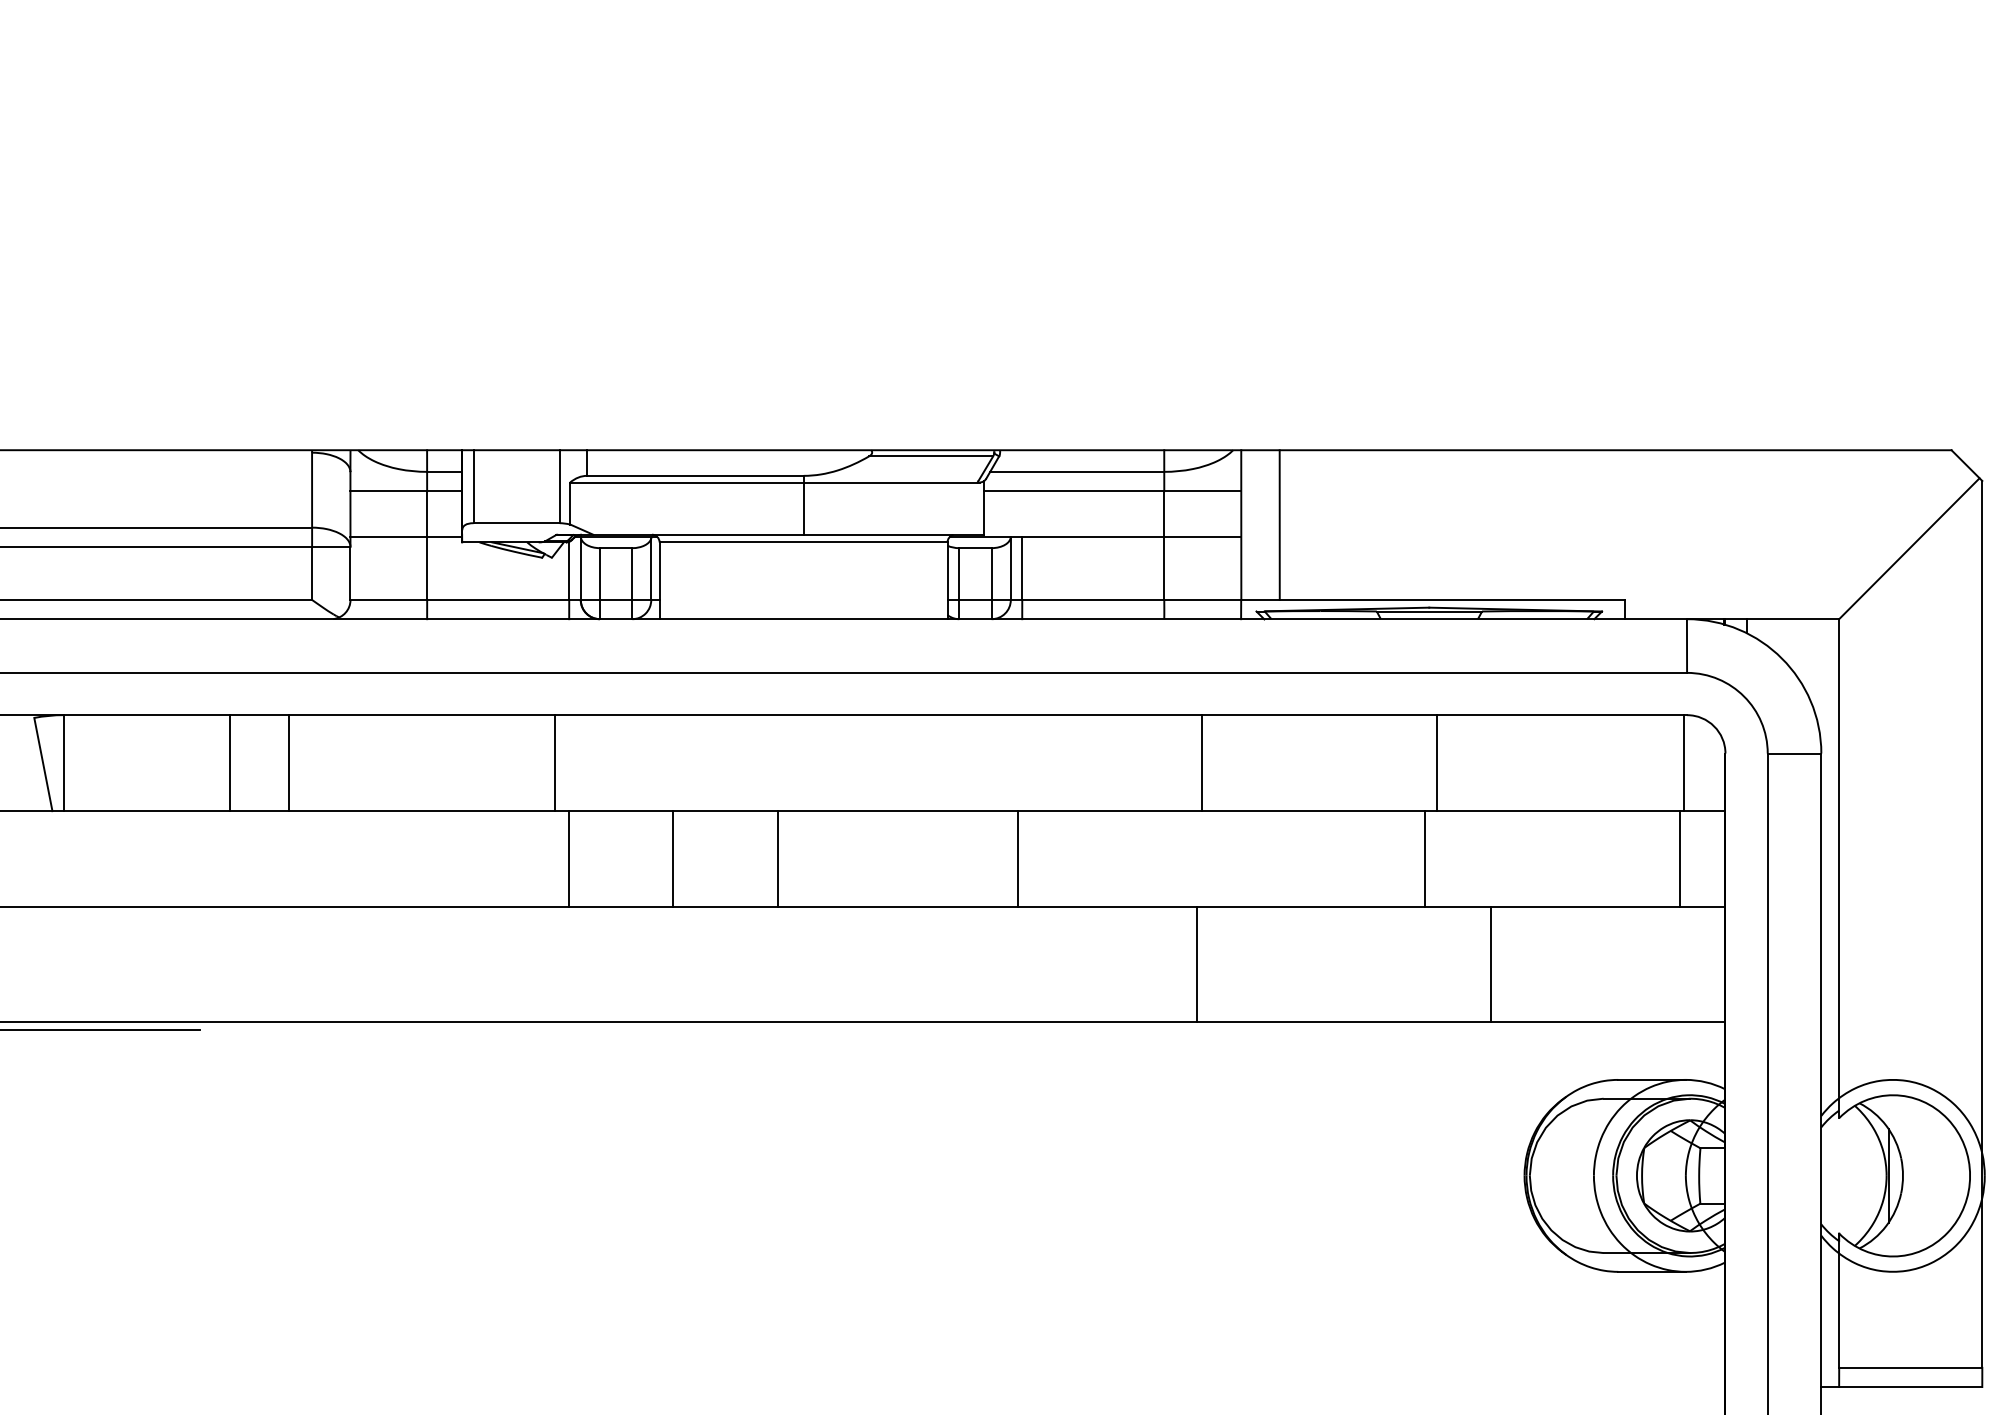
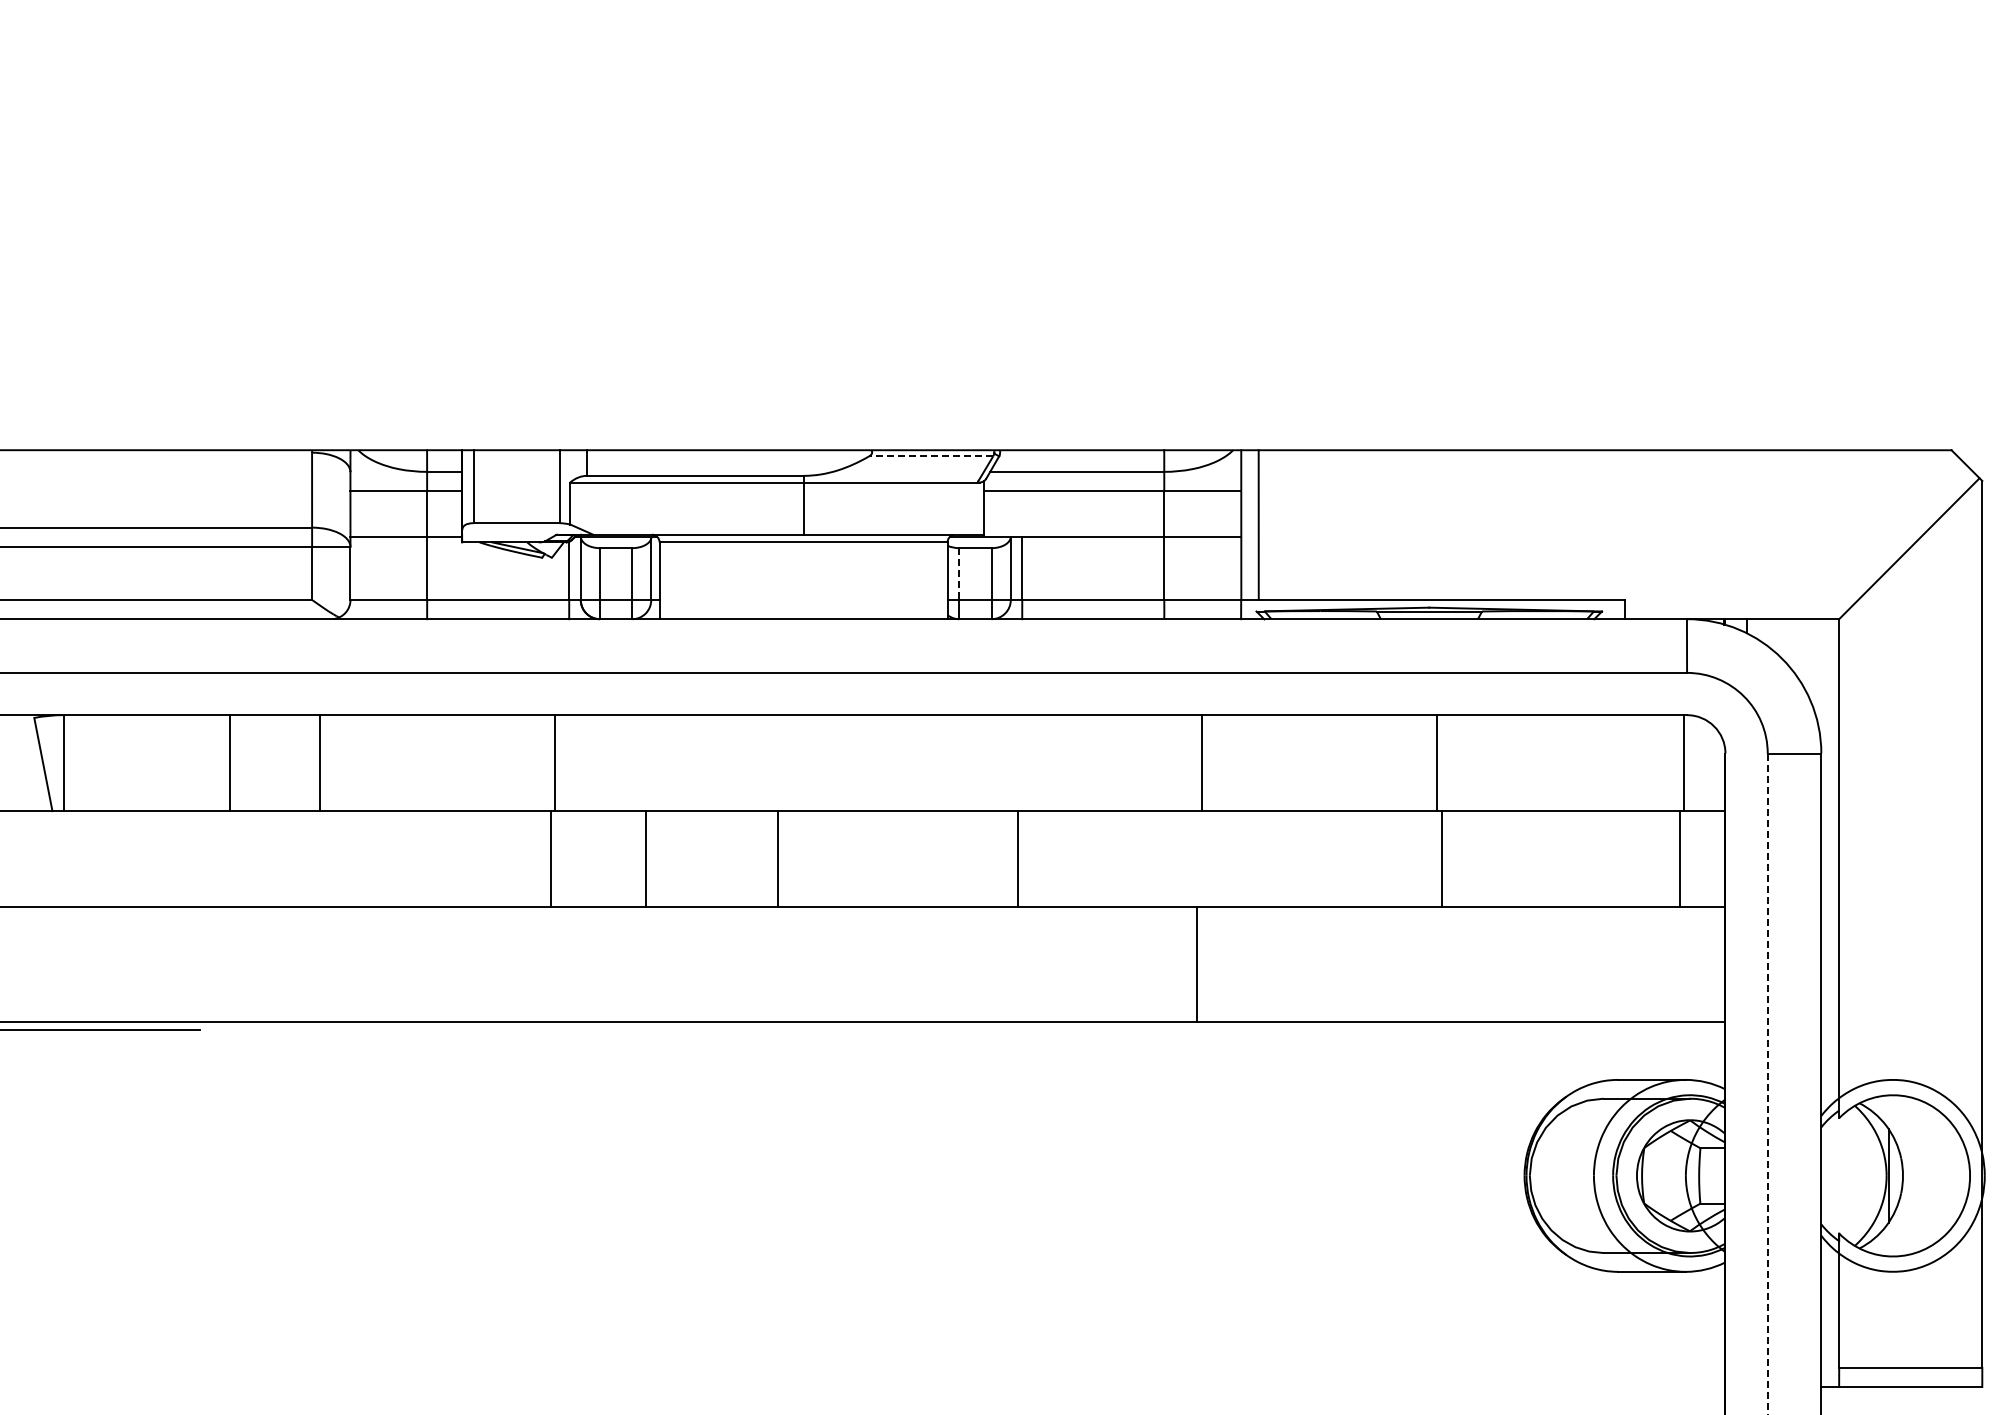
line at (930, 456): solid -> dashed
line at (1279, 524) position: (1279, 524) -> (1258, 524)
line at (959, 574): solid -> dashed
line at (288, 763) position: (288, 763) -> (319, 763)
line at (568, 859) position: (568, 859) -> (550, 859)
line at (673, 859) position: (673, 859) -> (646, 859)
line at (1424, 859) position: (1424, 859) -> (1441, 859)
line at (1491, 964): present -> none
line at (1767, 1084): solid -> dashed
